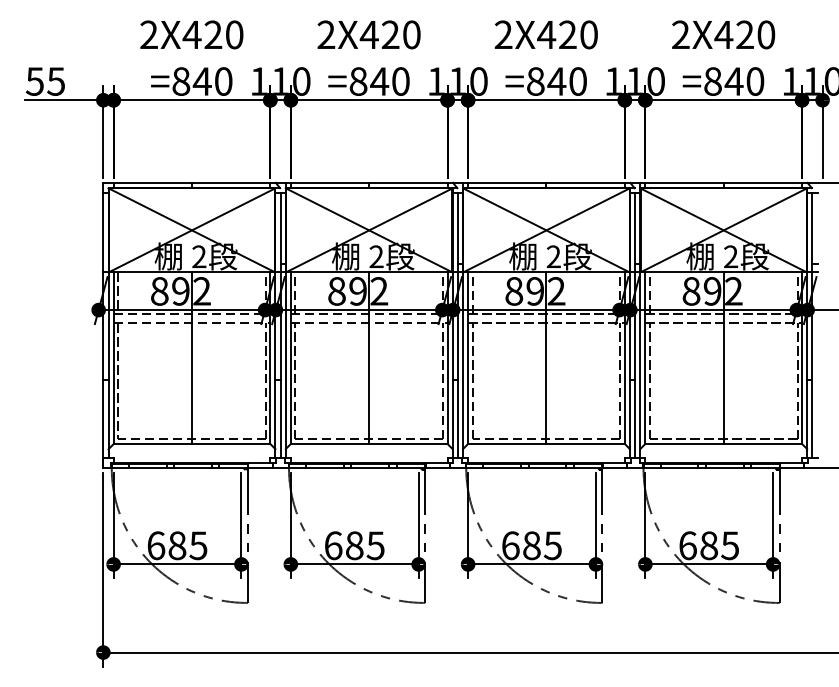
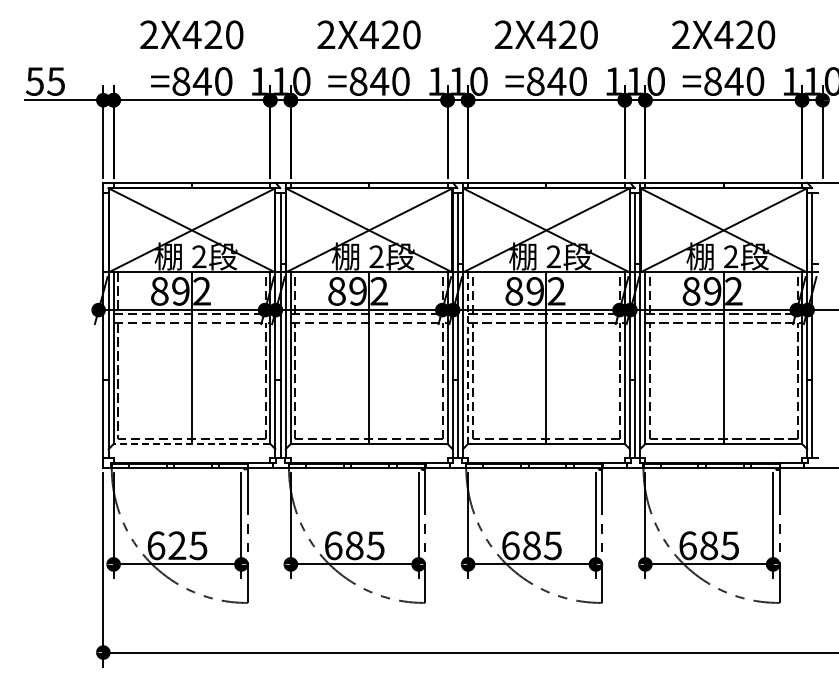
line at (468, 358): solid -> dashed
line at (191, 443): solid -> dashed
text at (177, 545): 685 -> 625
